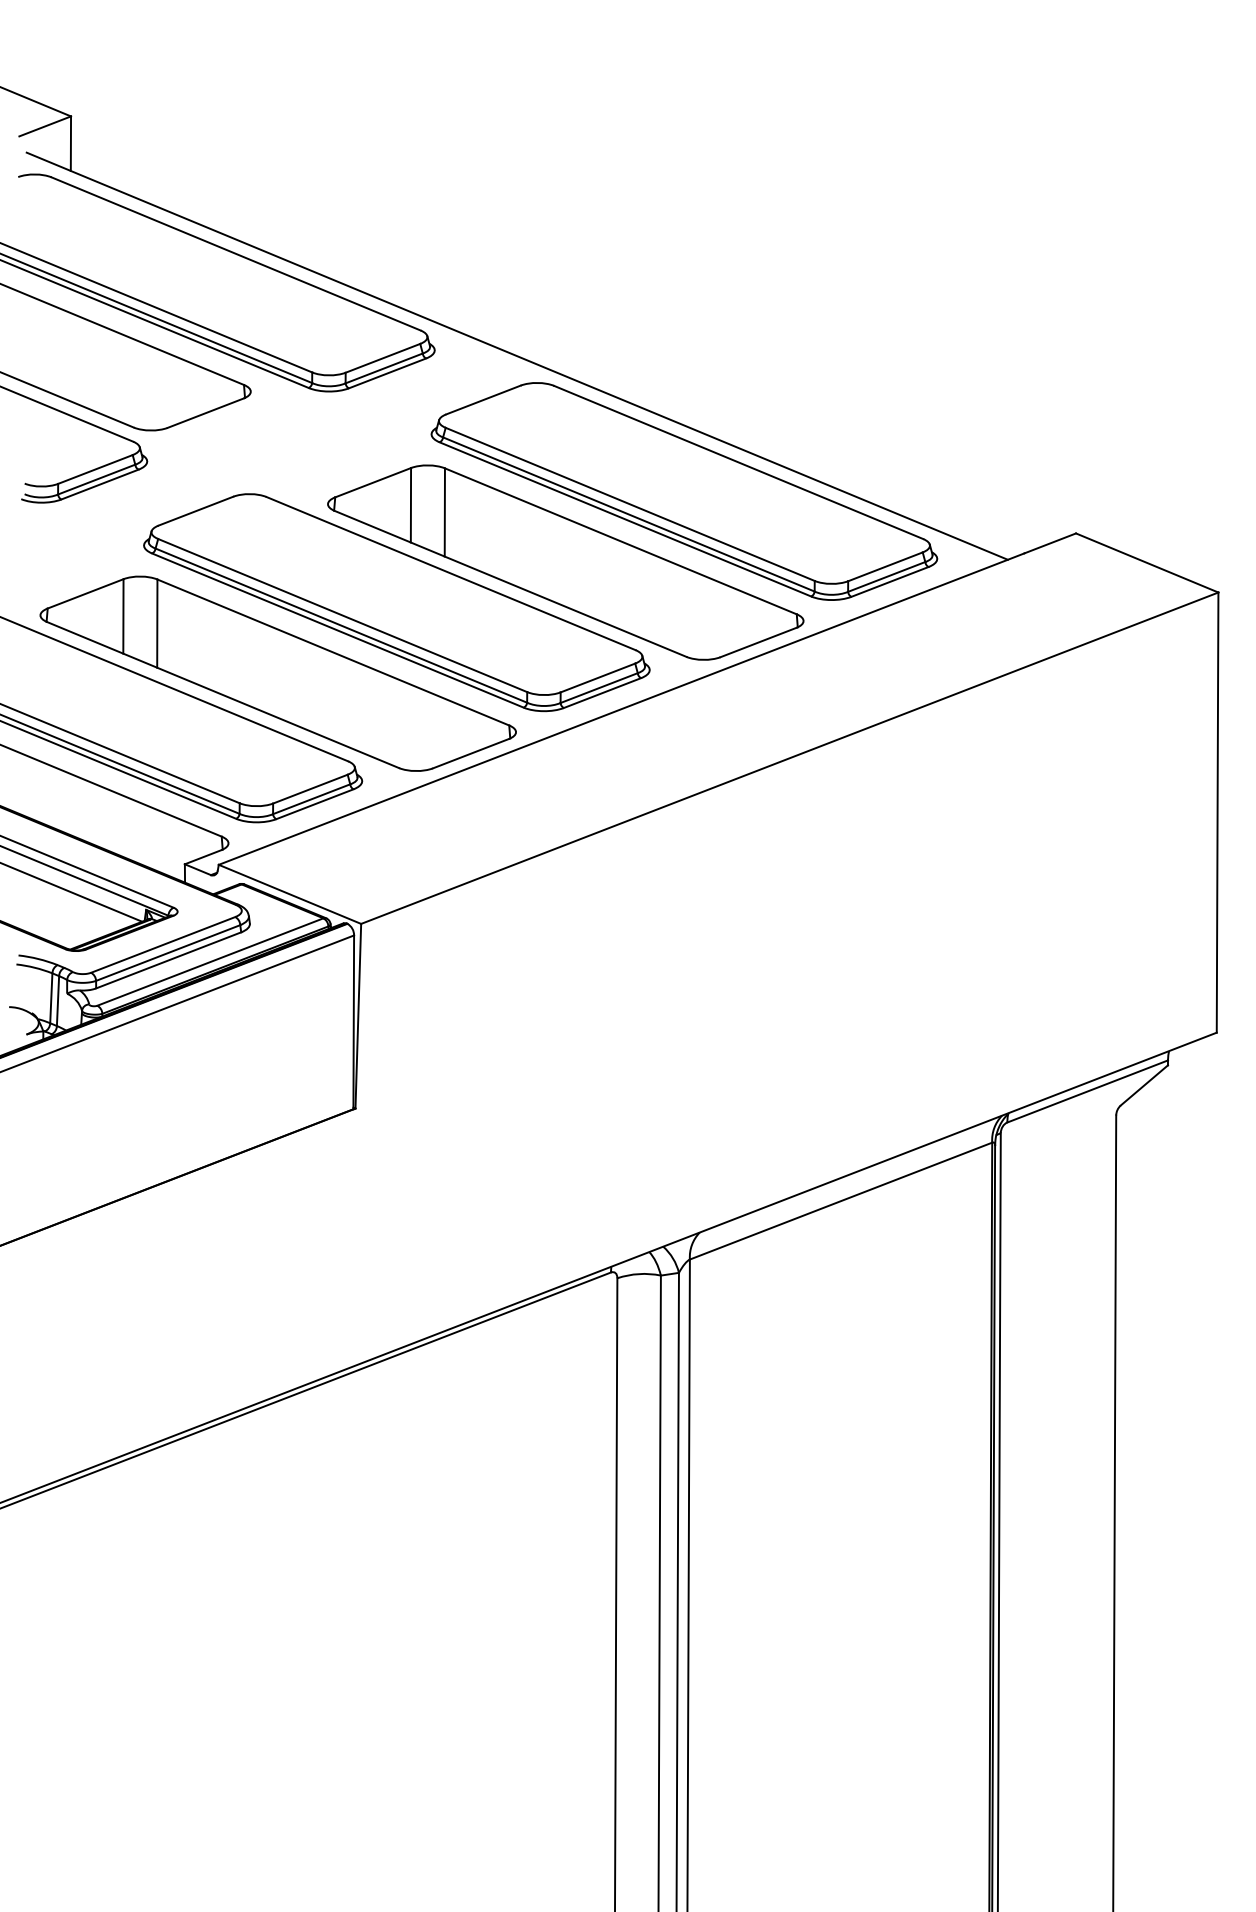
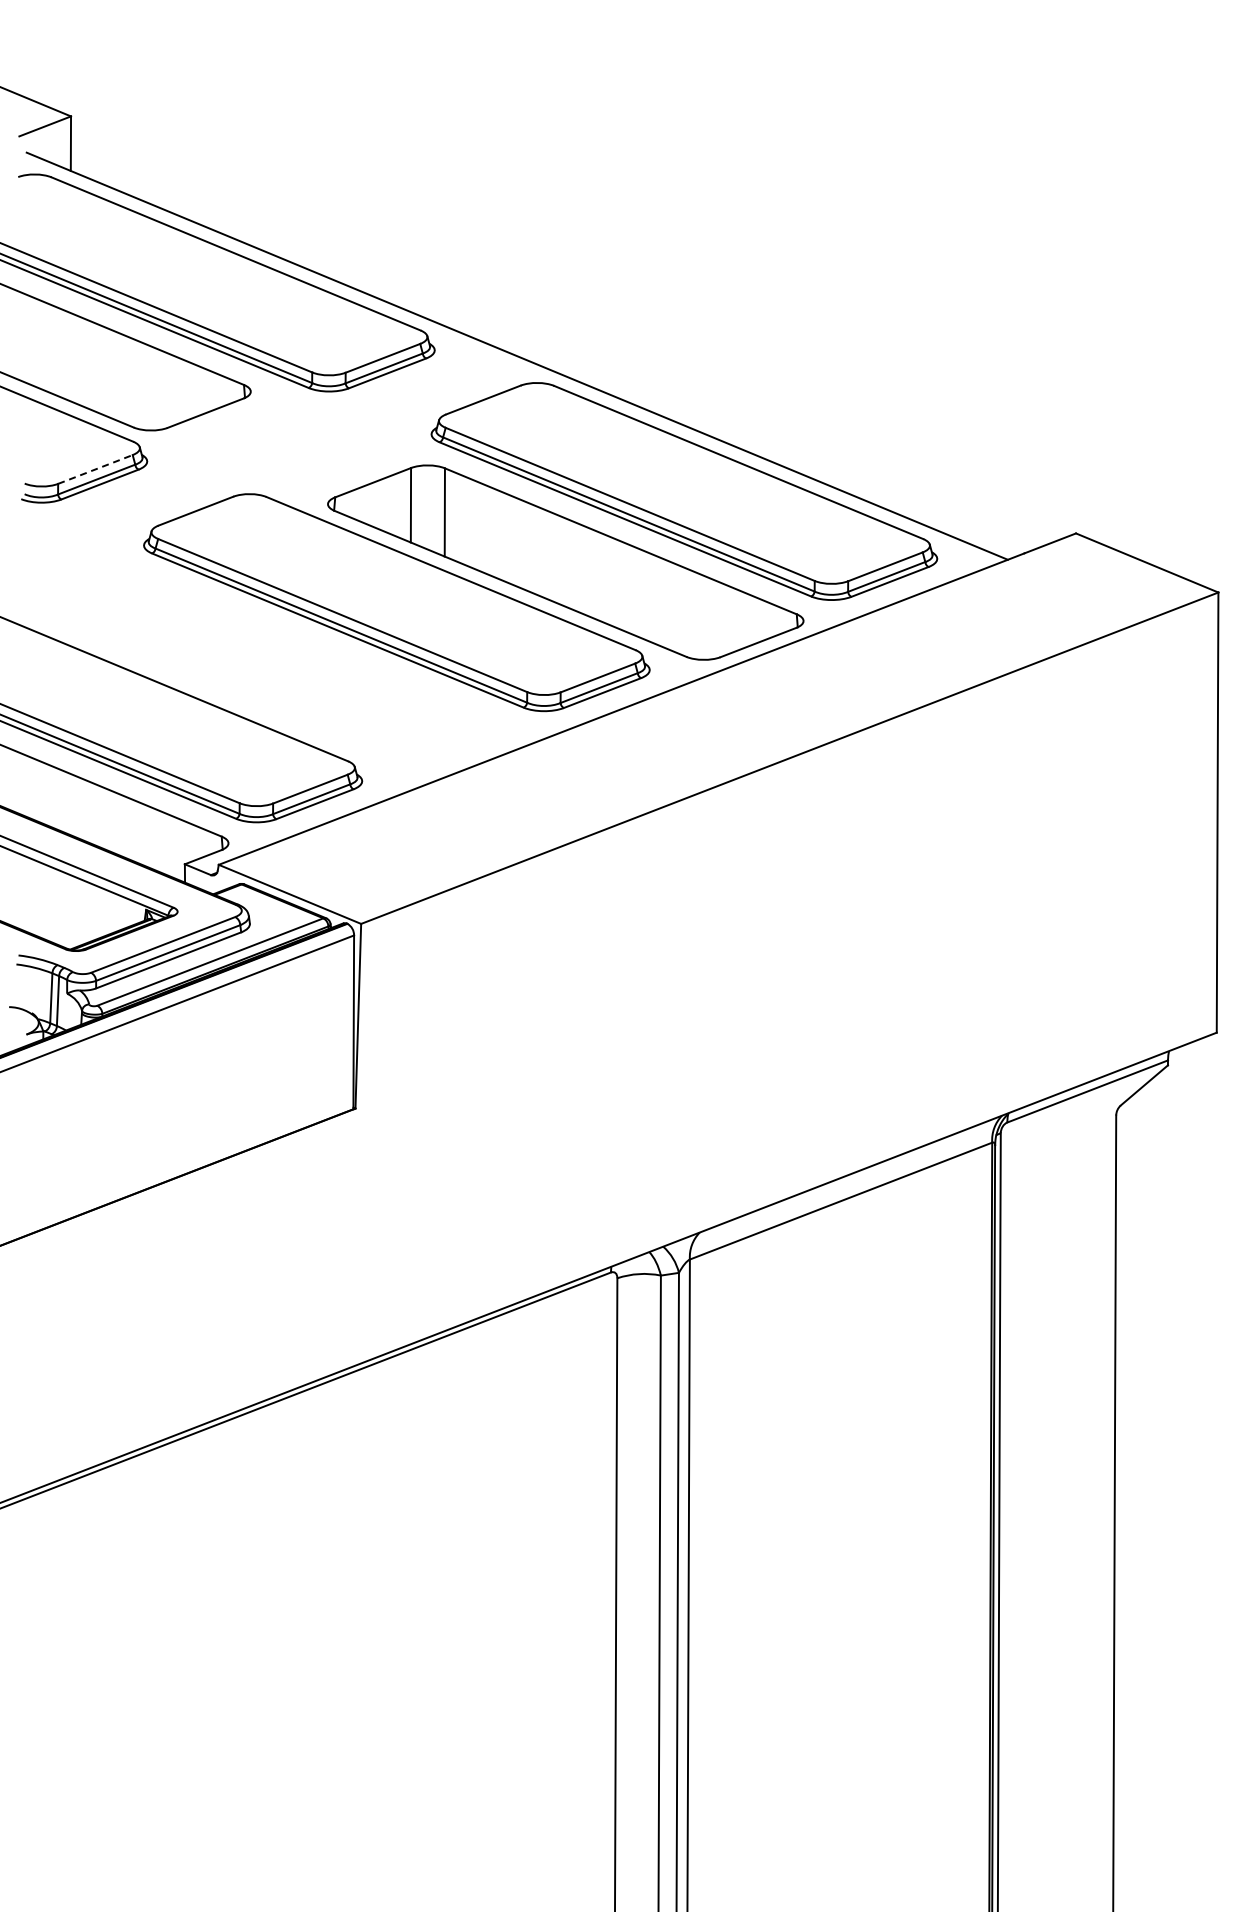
line at (95, 469): solid -> dashed
part at (277, 673): present -> none
line at (72, 892): present -> none
